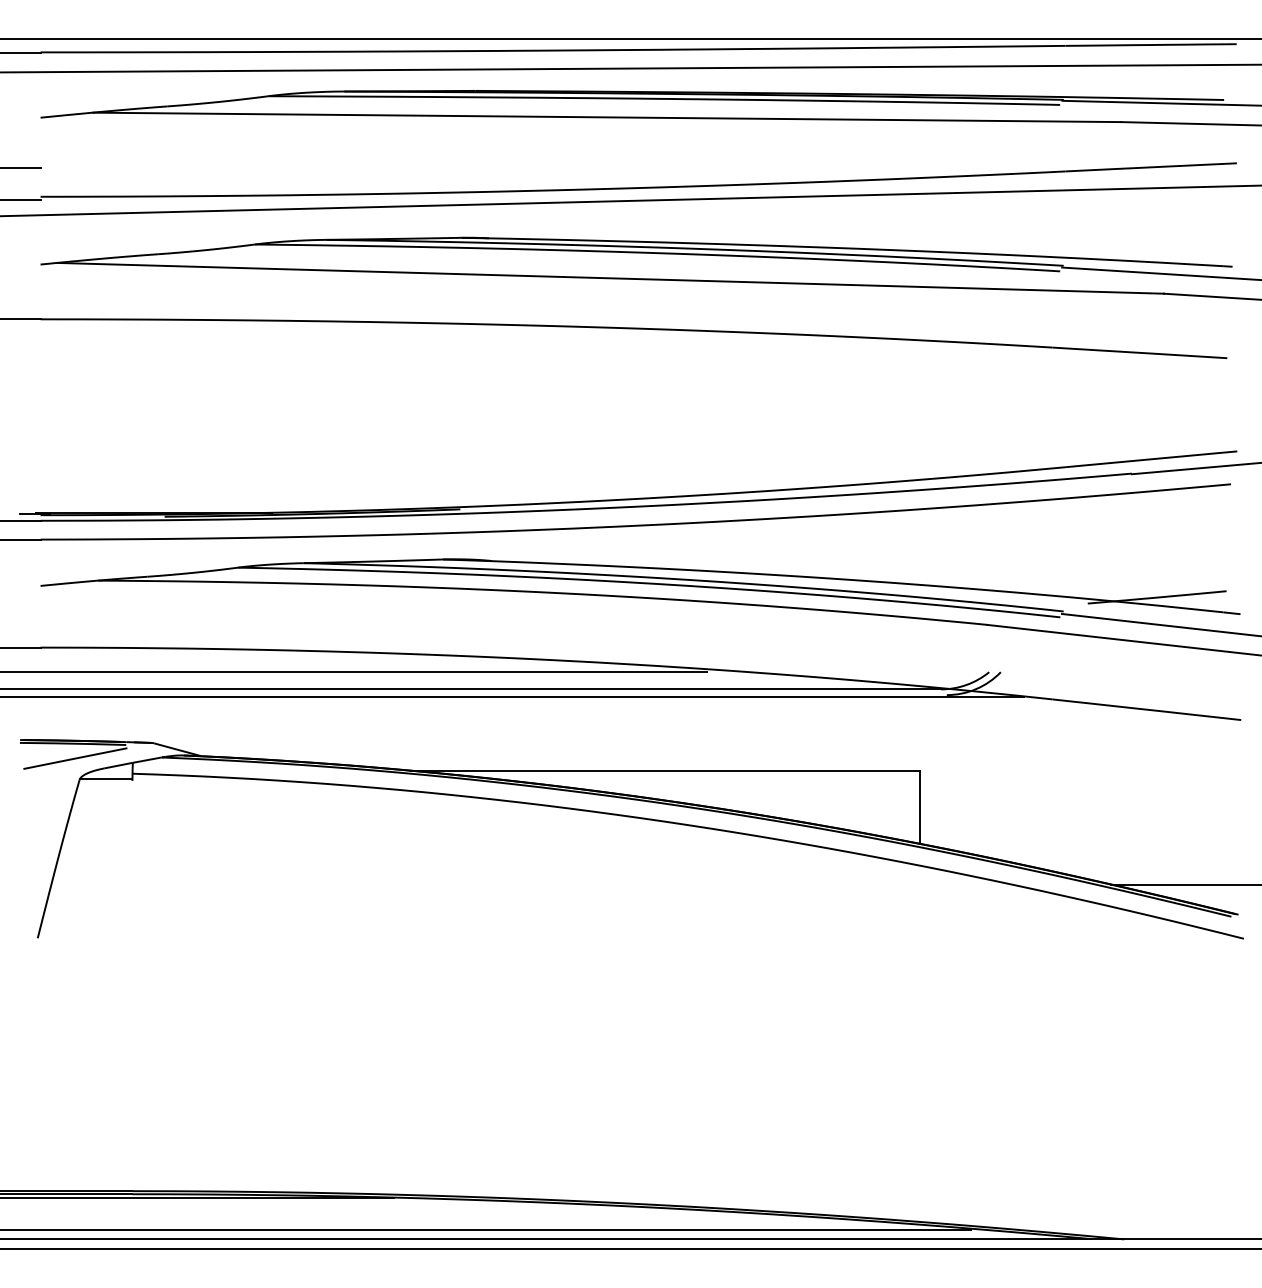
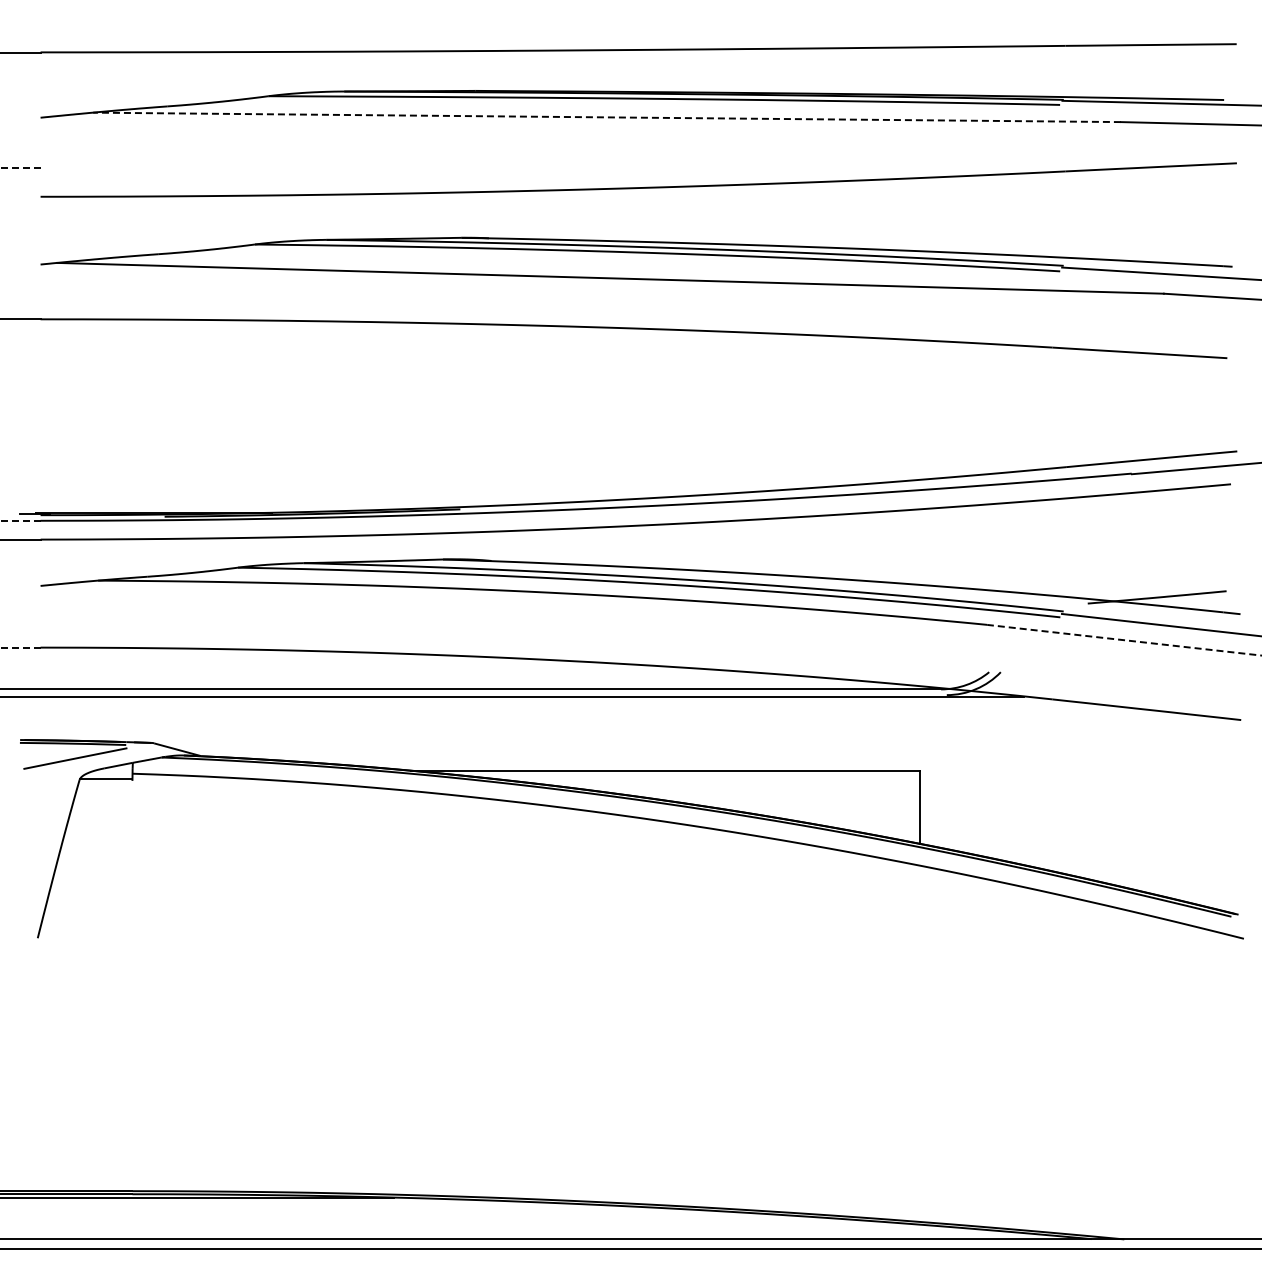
line at (630, 38): present -> none
line at (630, 68): present -> none
line at (607, 117): solid -> dashed
line at (20, 167): solid -> dashed
line at (21, 200): present -> none
line at (630, 200): present -> none
line at (20, 520): solid -> dashed
line at (1124, 640): solid -> dashed
line at (20, 647): solid -> dashed
line at (354, 672): present -> none
line at (1184, 884): present -> none
line at (486, 1229): present -> none
